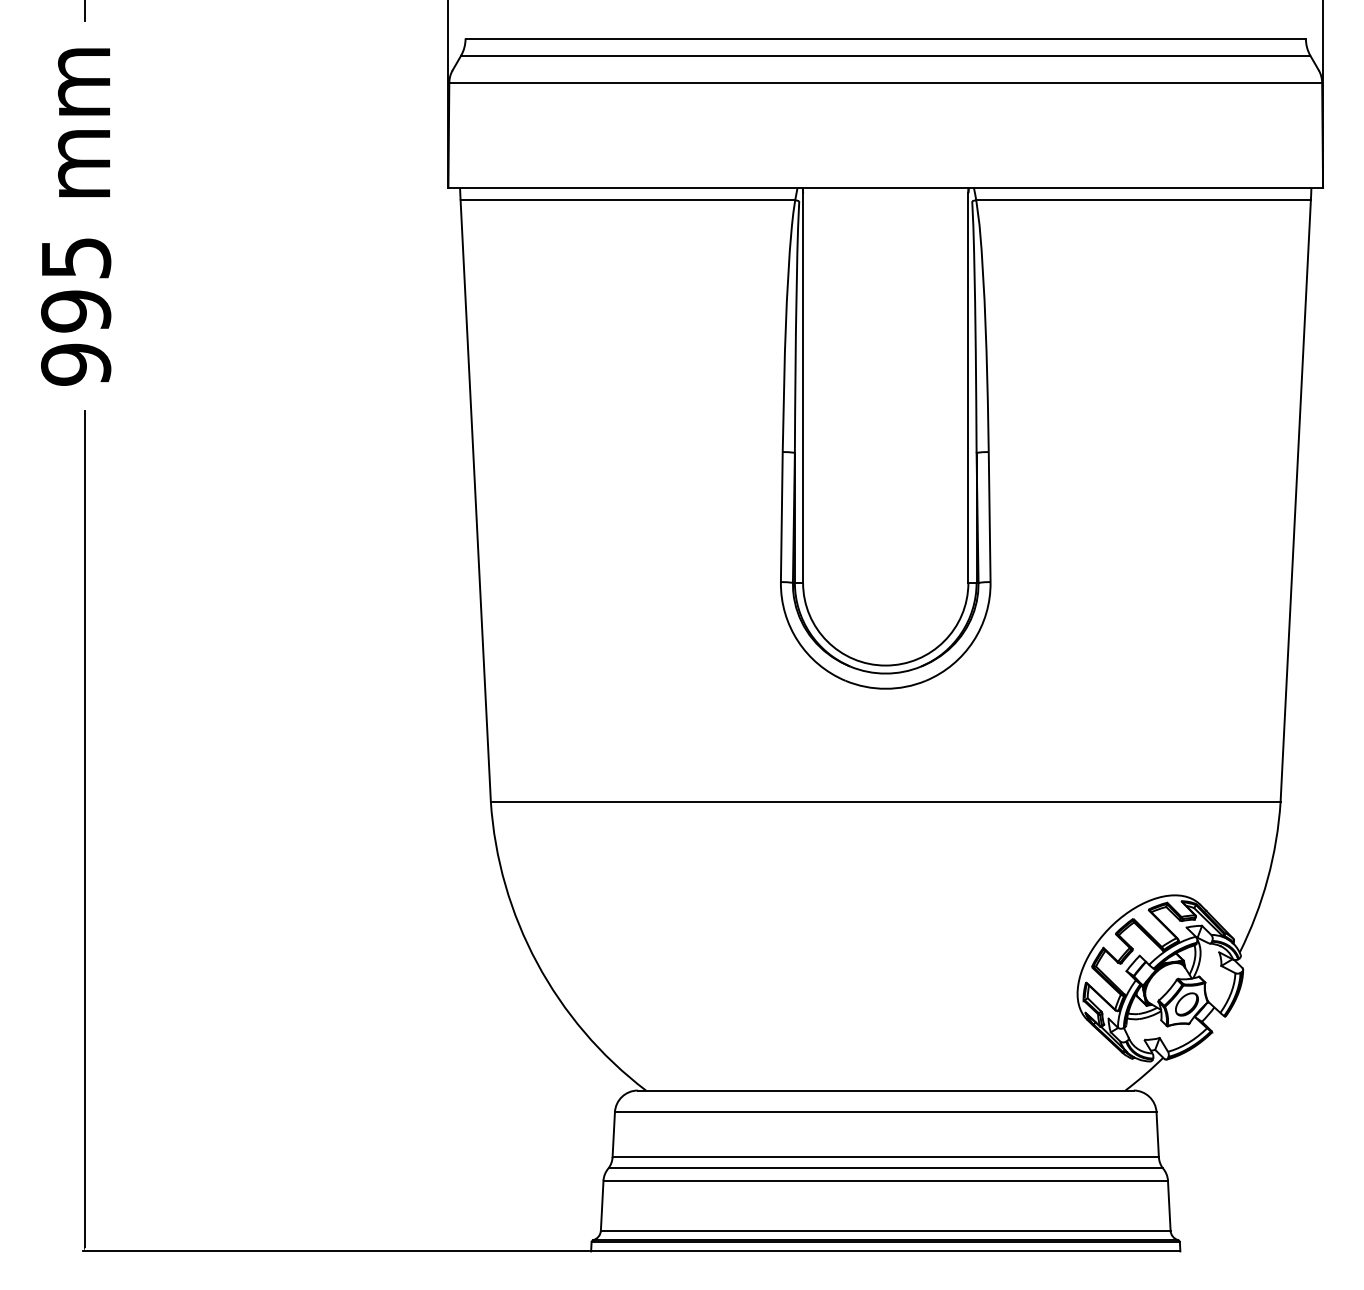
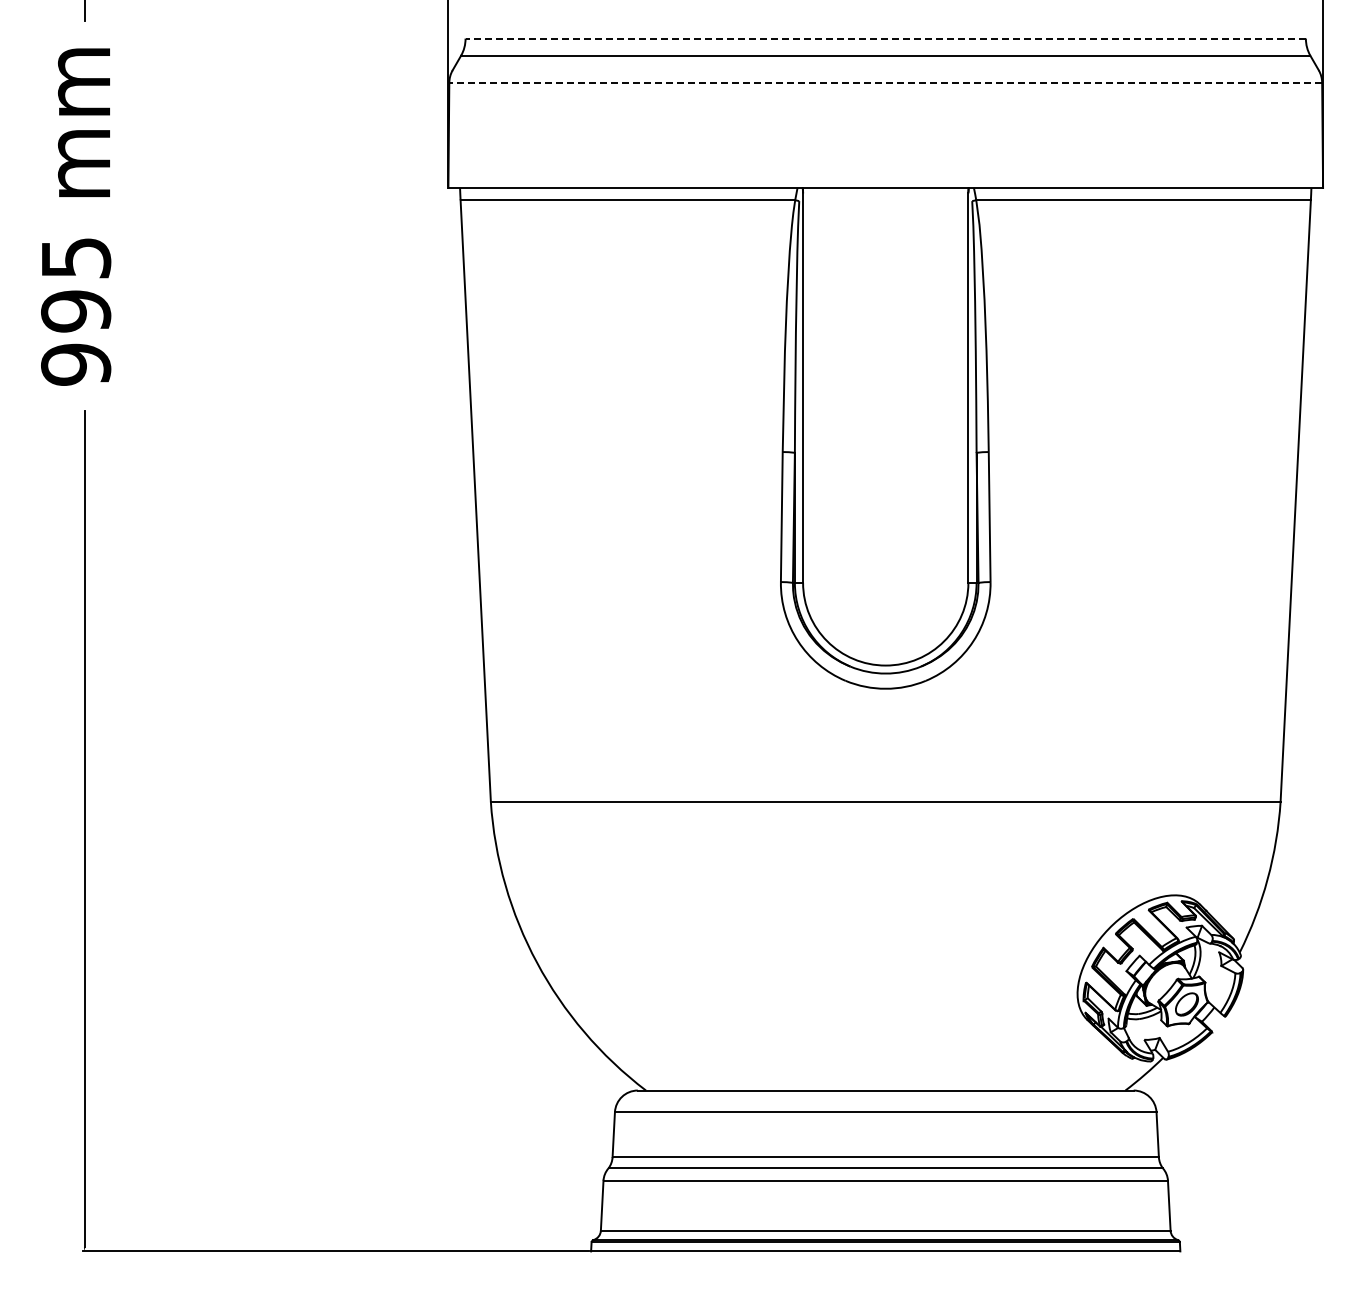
line at (885, 38): solid -> dashed
line at (885, 82): solid -> dashed
